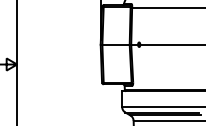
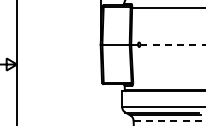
line at (172, 44): solid -> dashed
line at (169, 120): solid -> dashed
